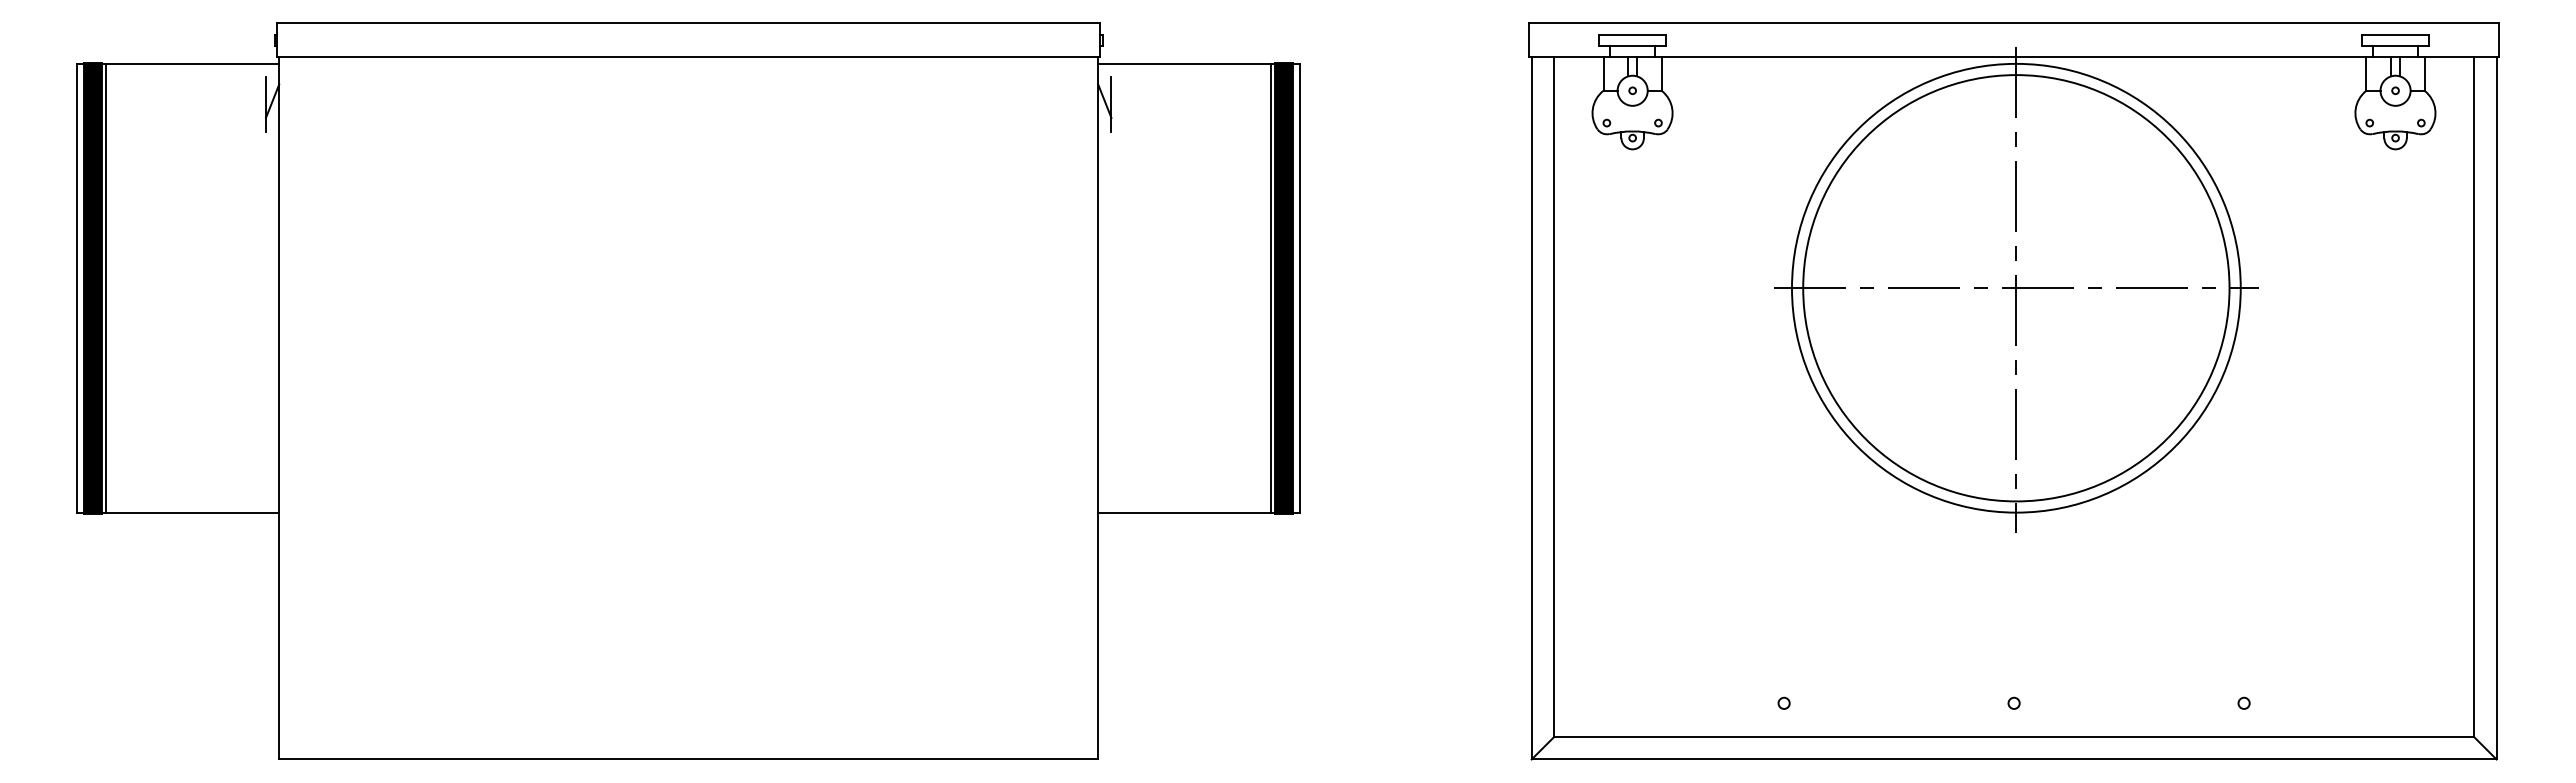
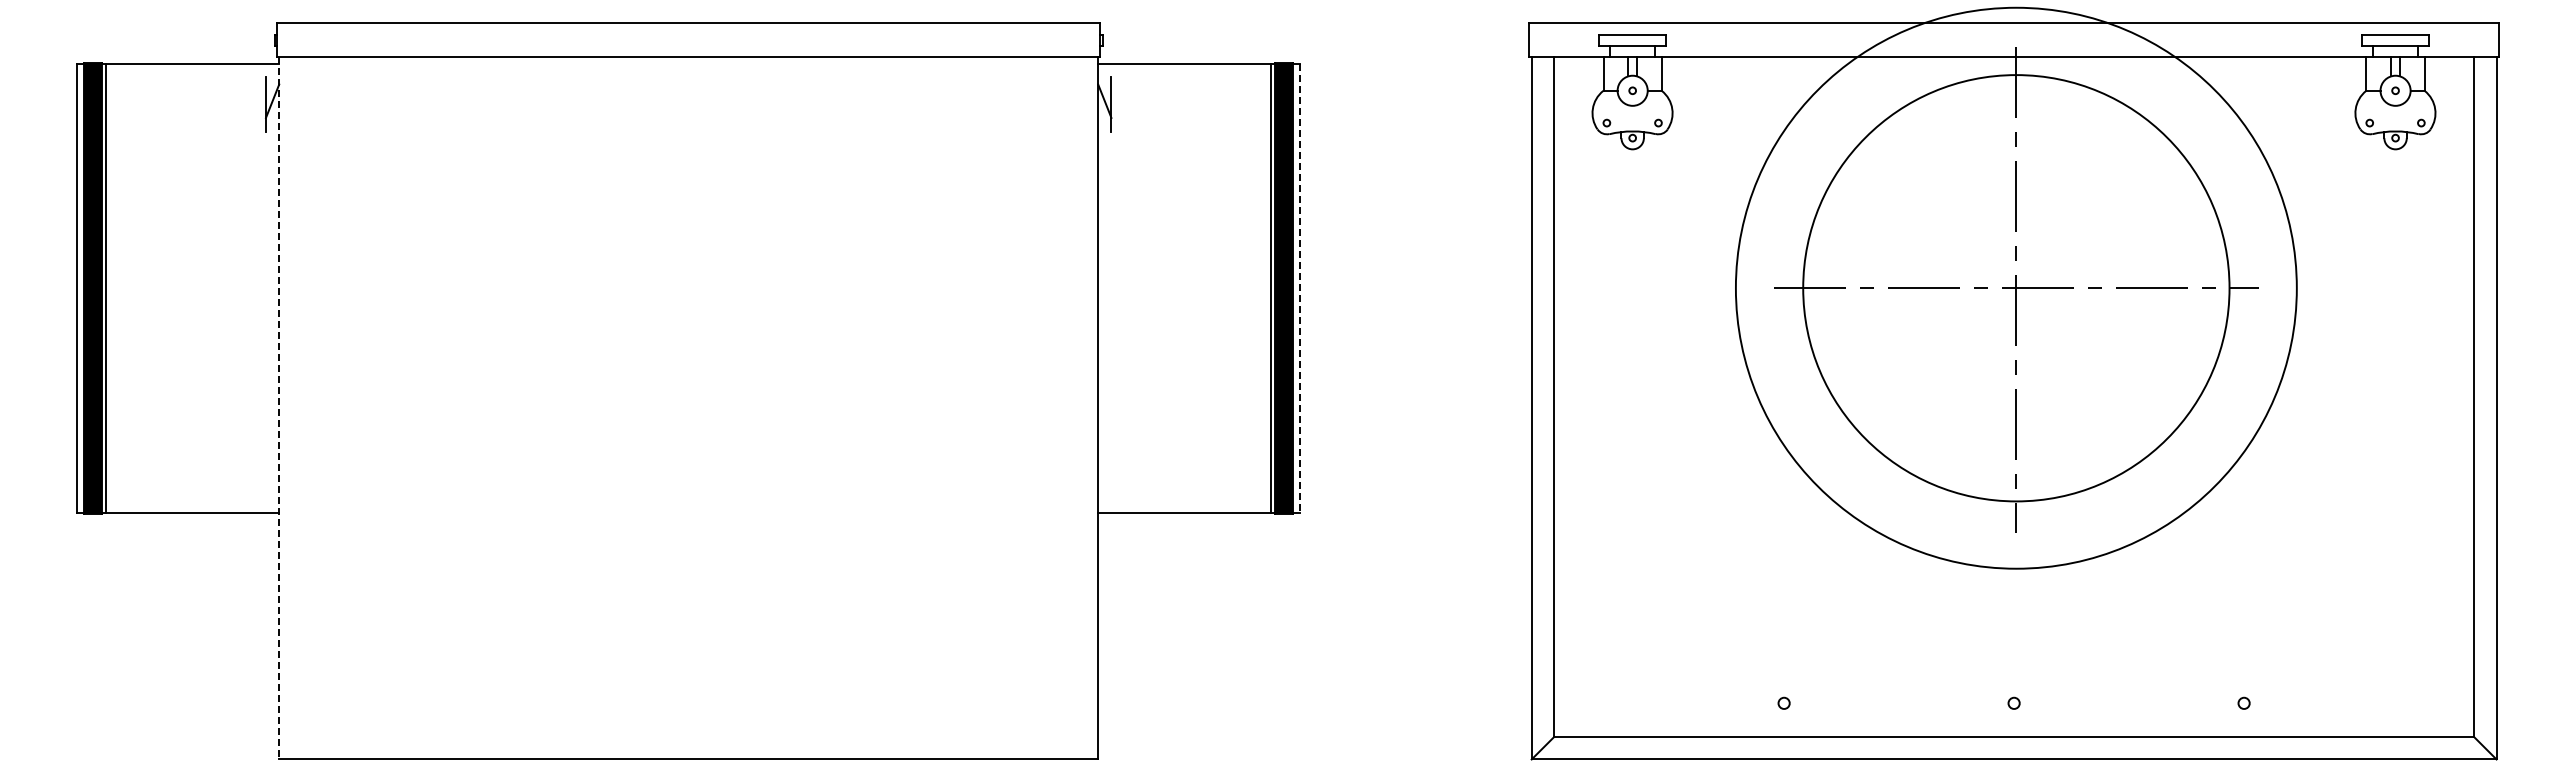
circle at (2015, 287) diameter: 449 px -> 561 px
line at (1300, 288): solid -> dashed
line at (279, 408): solid -> dashed
